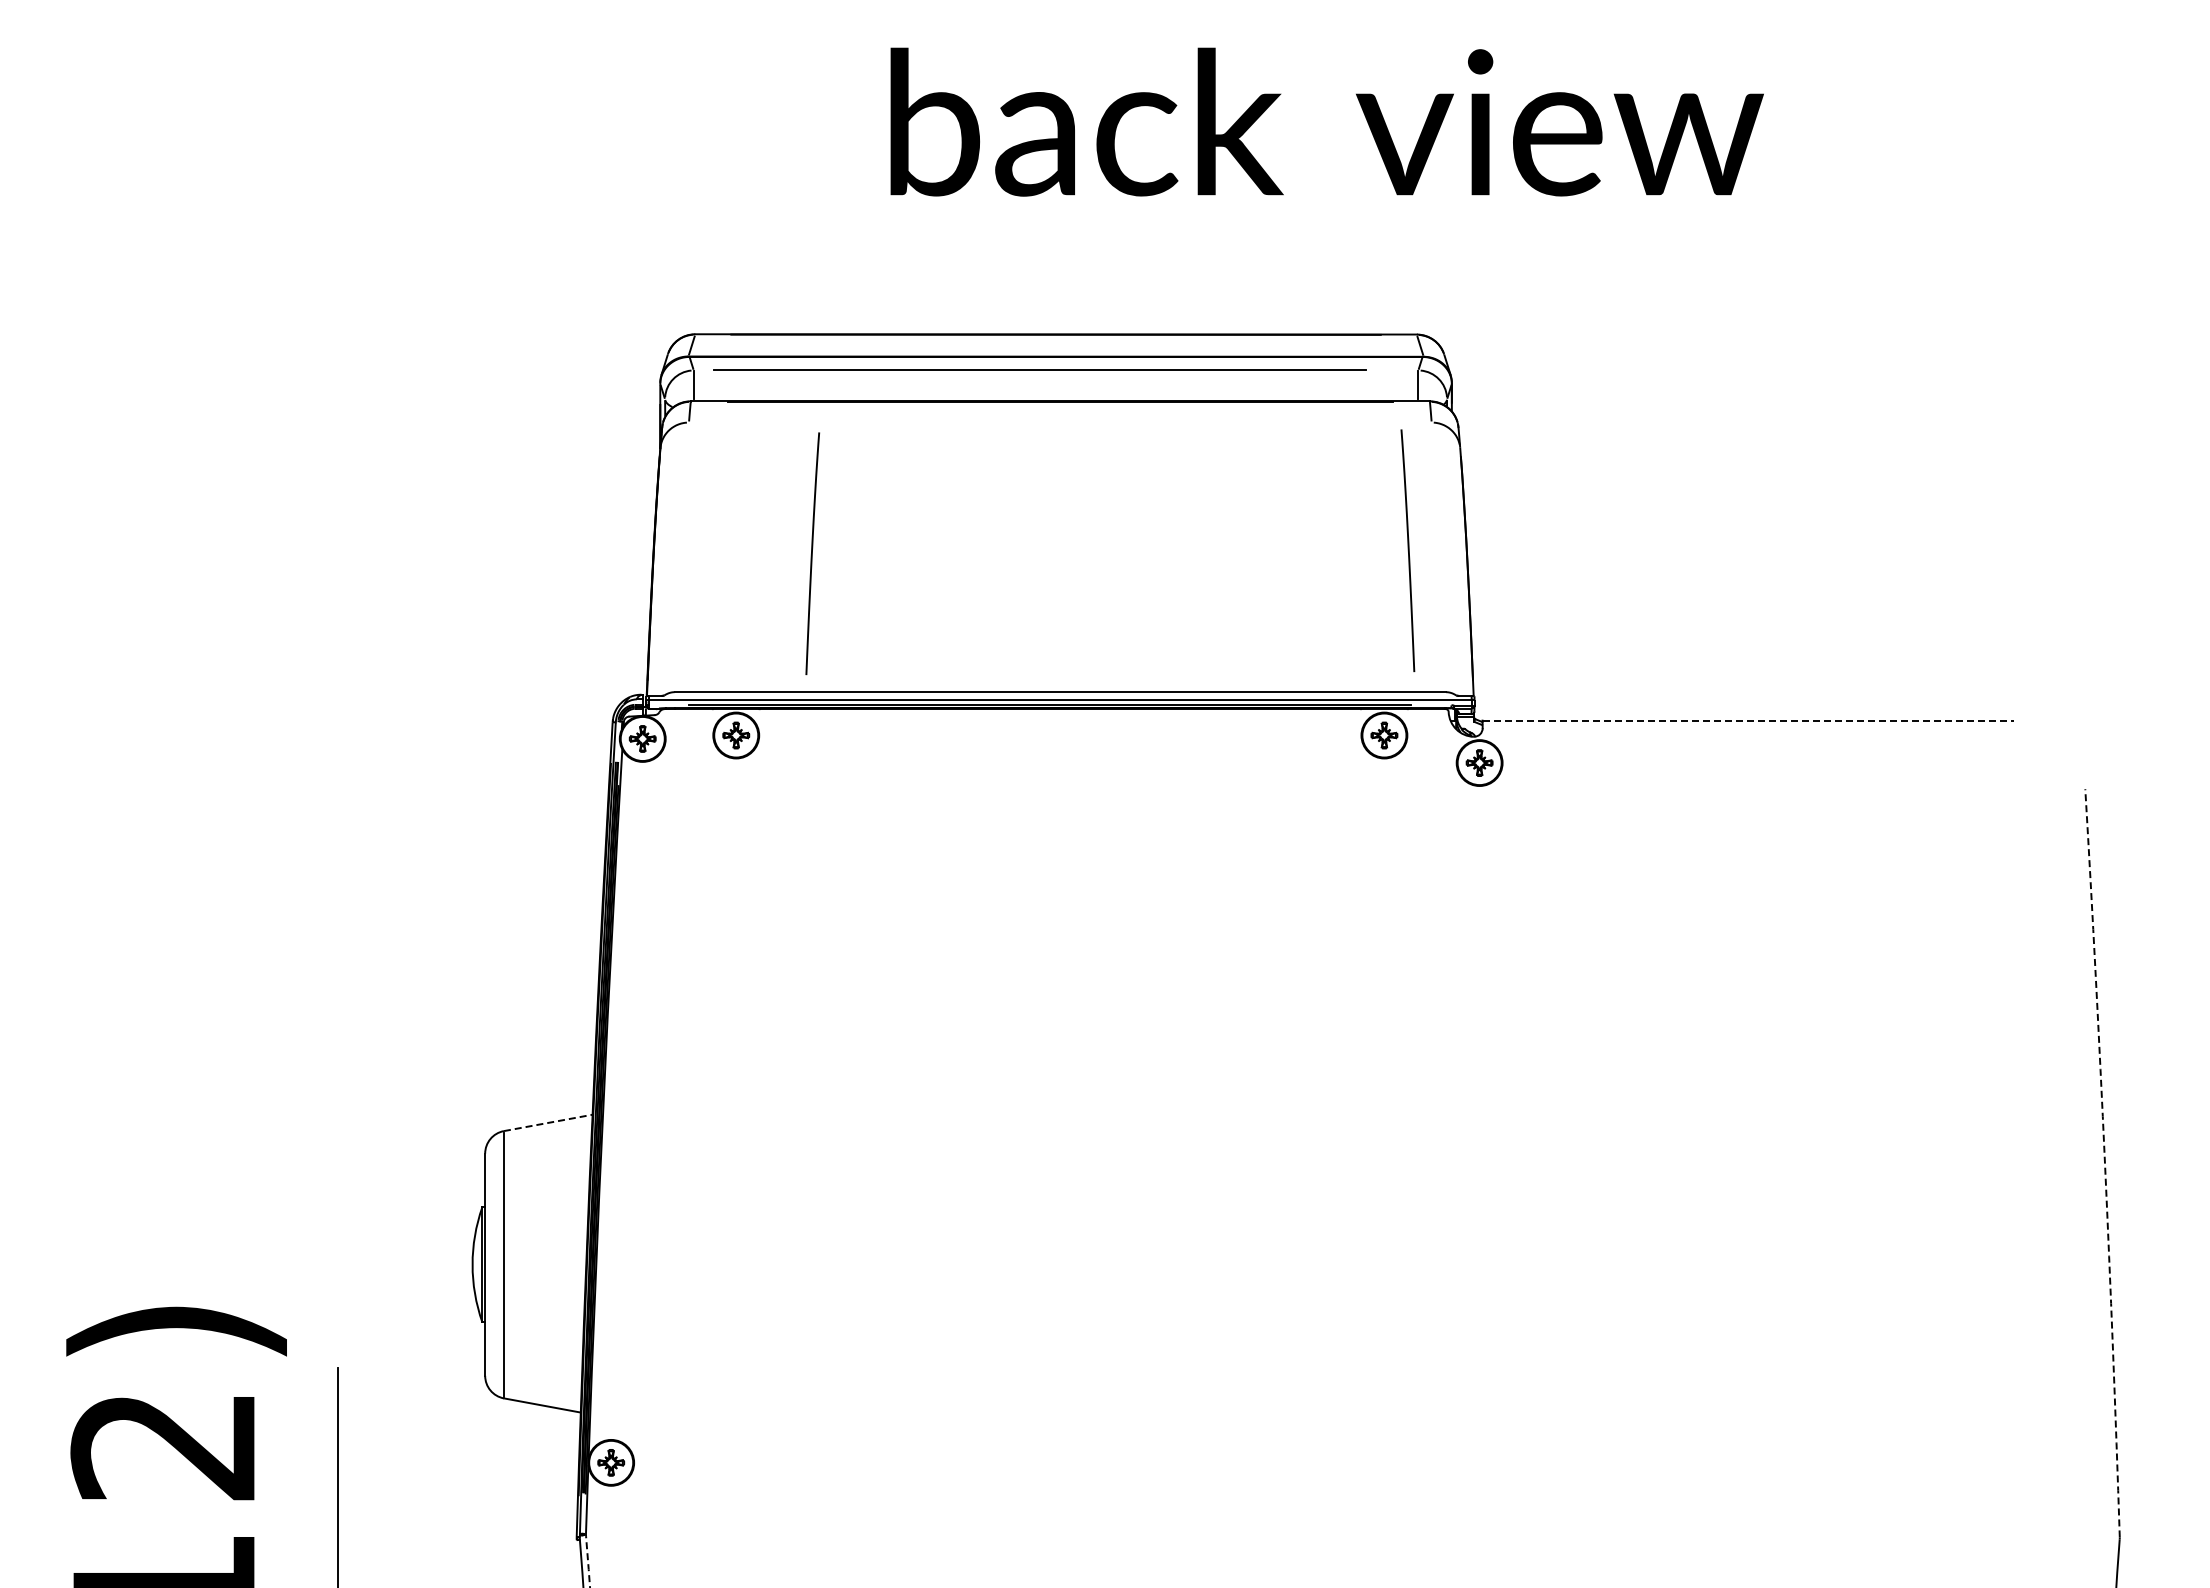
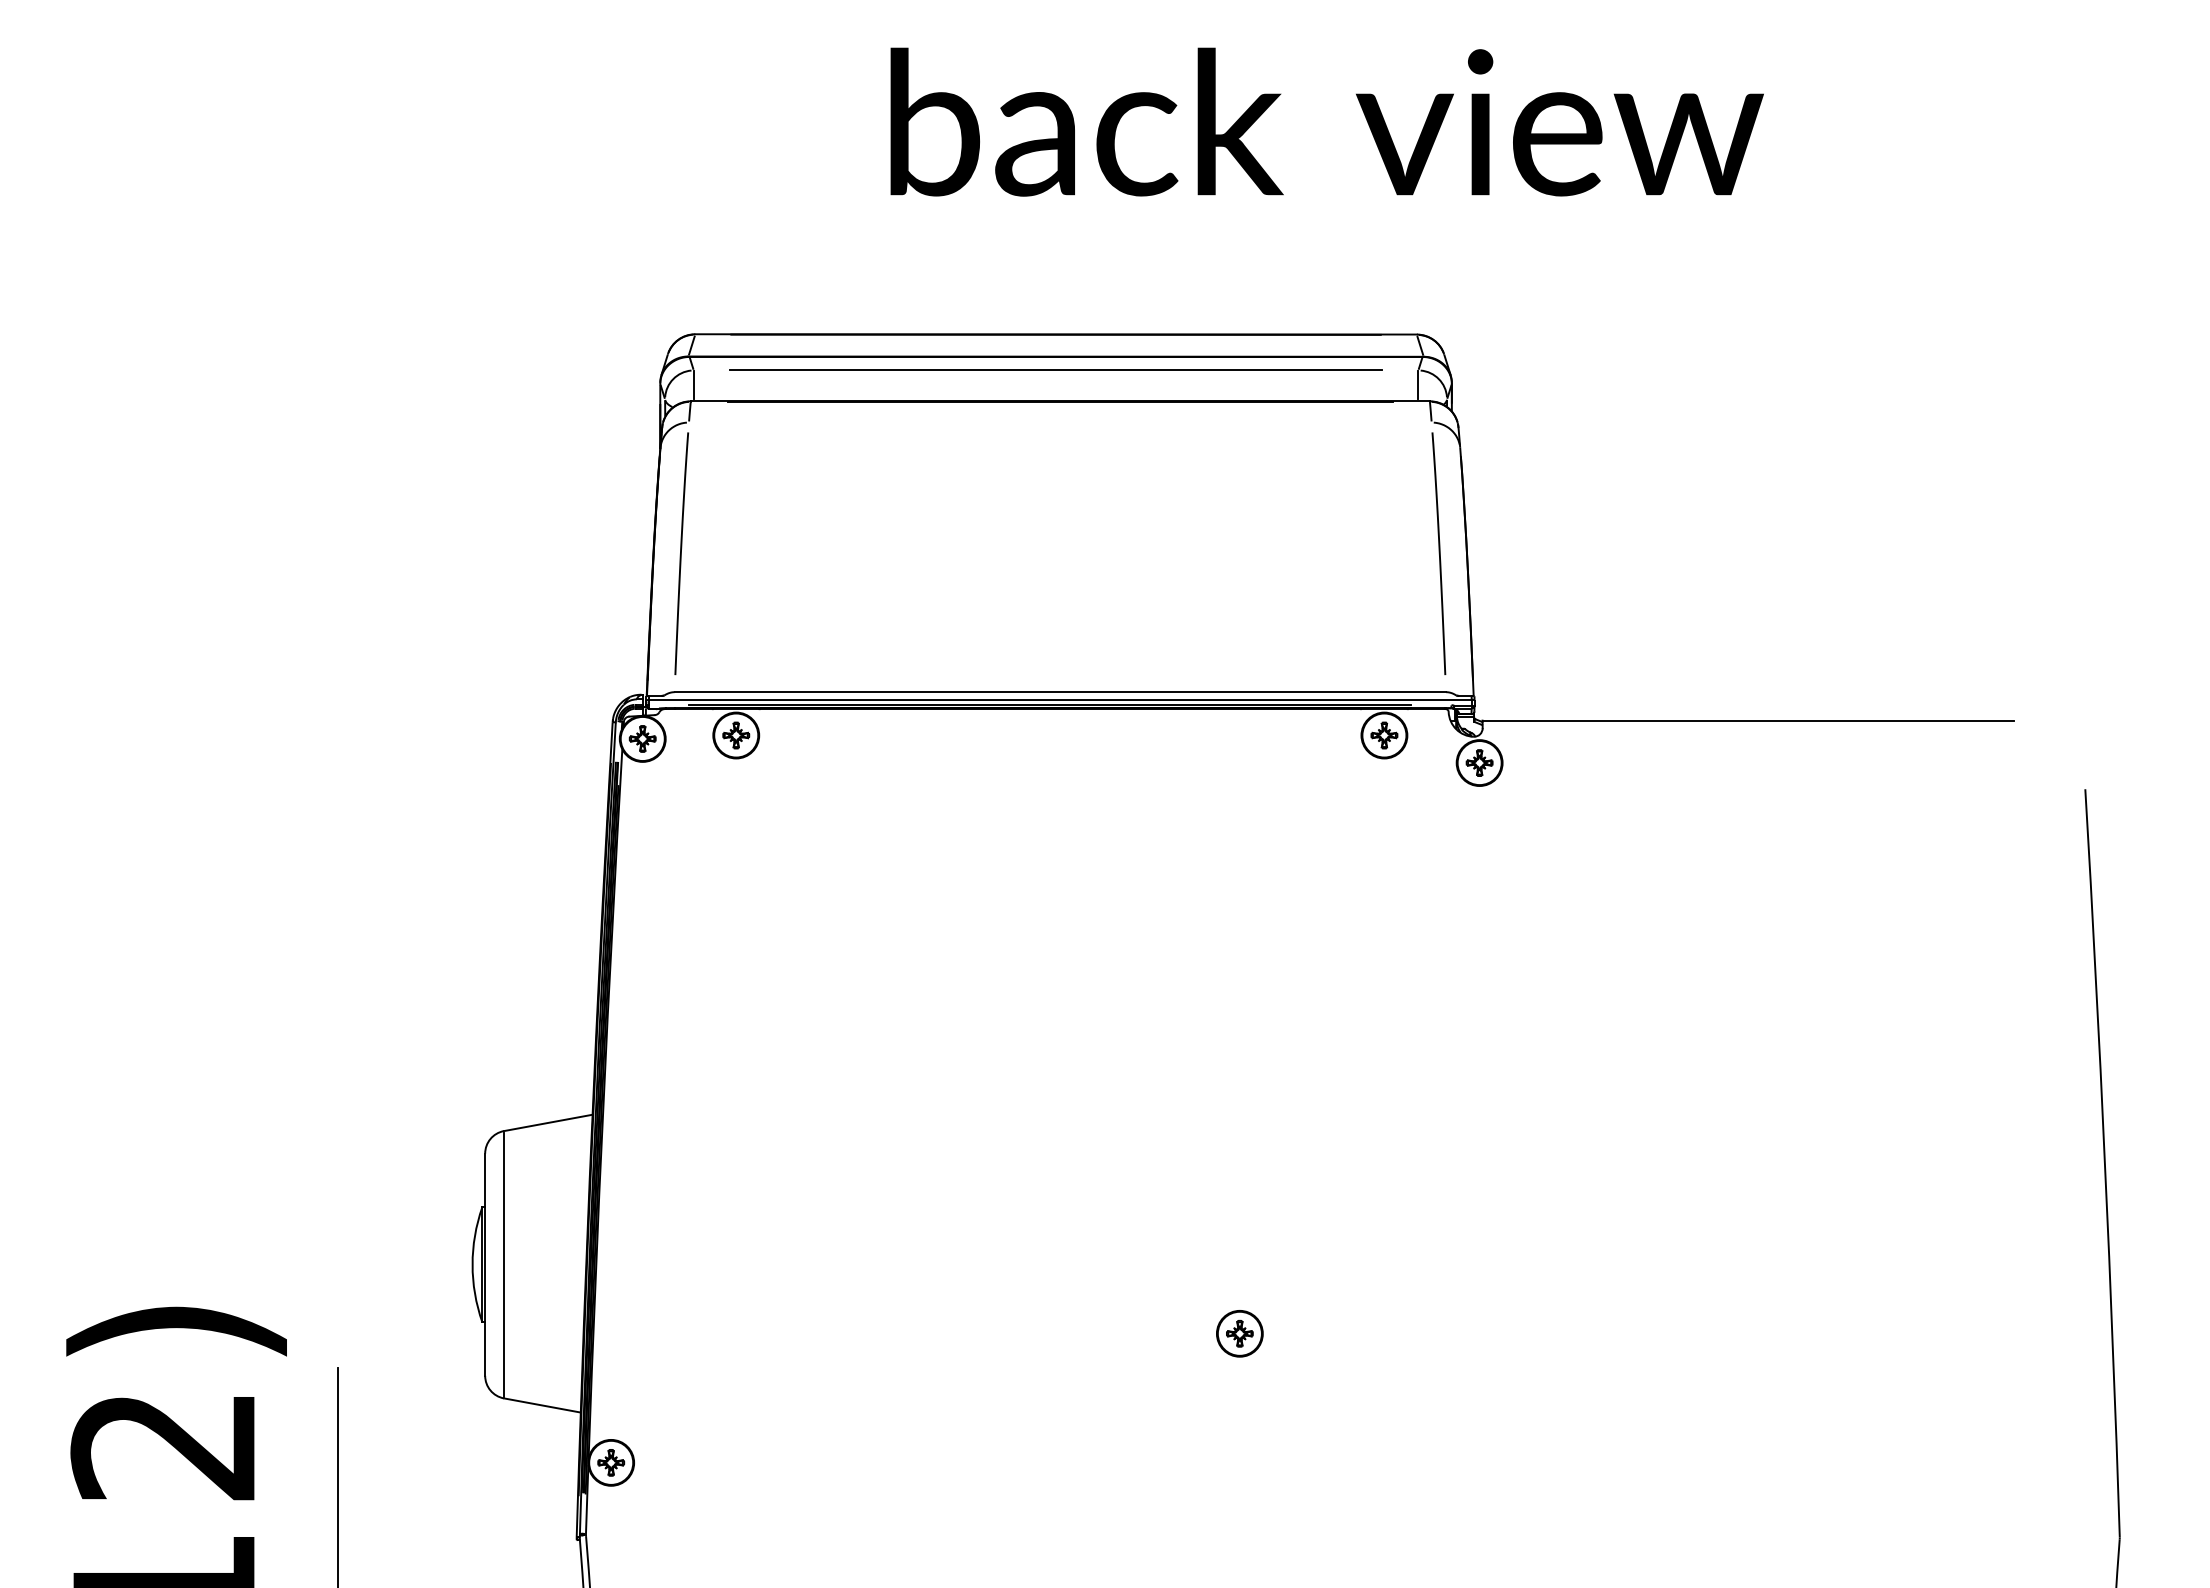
line at (1039, 369) position: (1039, 369) -> (1055, 369)
curve at (1407, 550) position: (1407, 550) -> (1438, 553)
curve at (812, 553) position: (812, 553) -> (681, 553)
line at (1748, 720): dashed -> solid
line at (548, 1122): dashed -> solid
arc at (2104, 1163): dashed -> solid
part at (1239, 1333): none -> present
arc at (588, 1561): dashed -> solid
